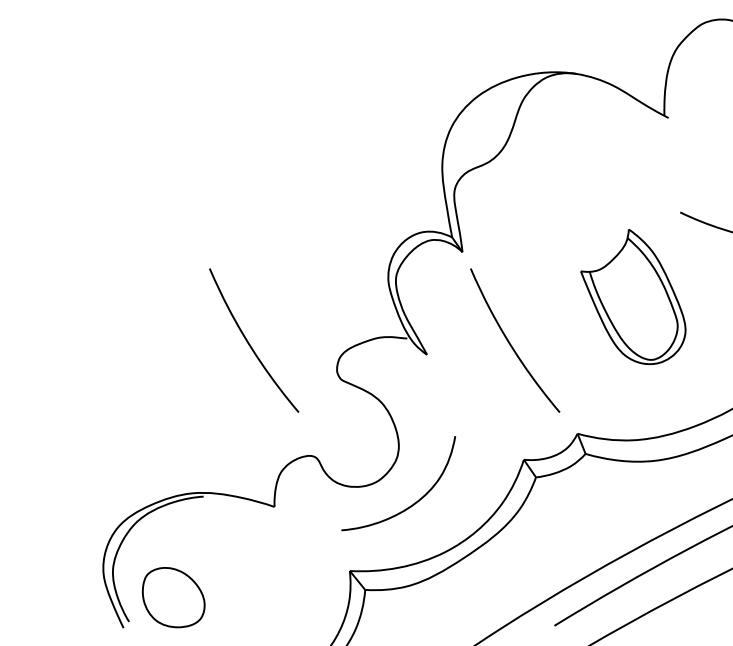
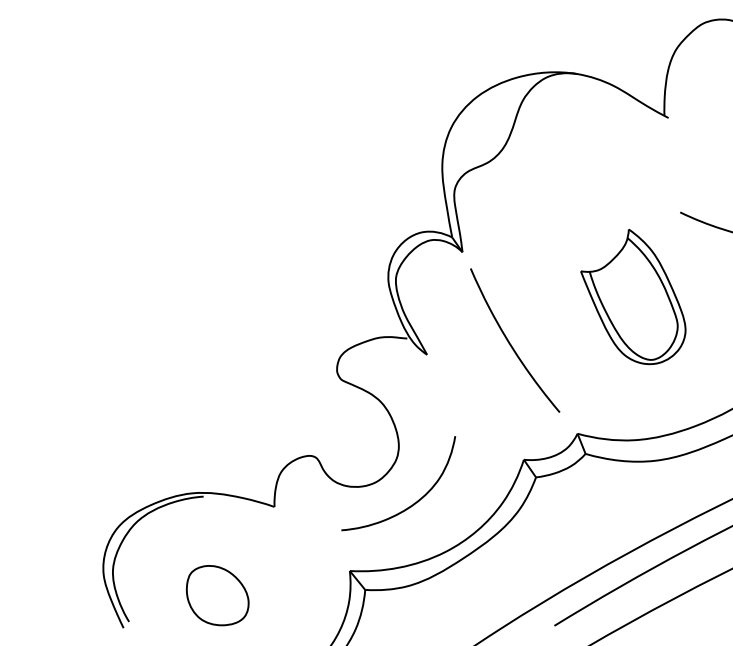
curve at (249, 342): present -> none
part at (173, 597) position: (173, 597) -> (217, 595)
